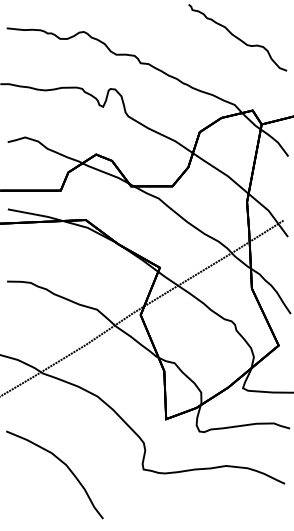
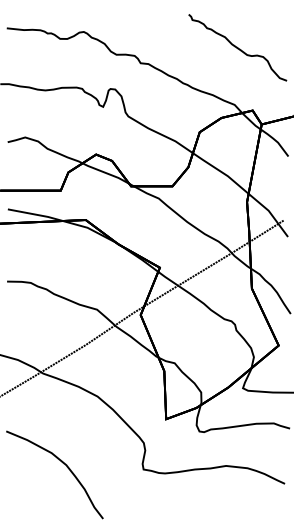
part at (237, 37) position: (237, 37) -> (237, 47)
